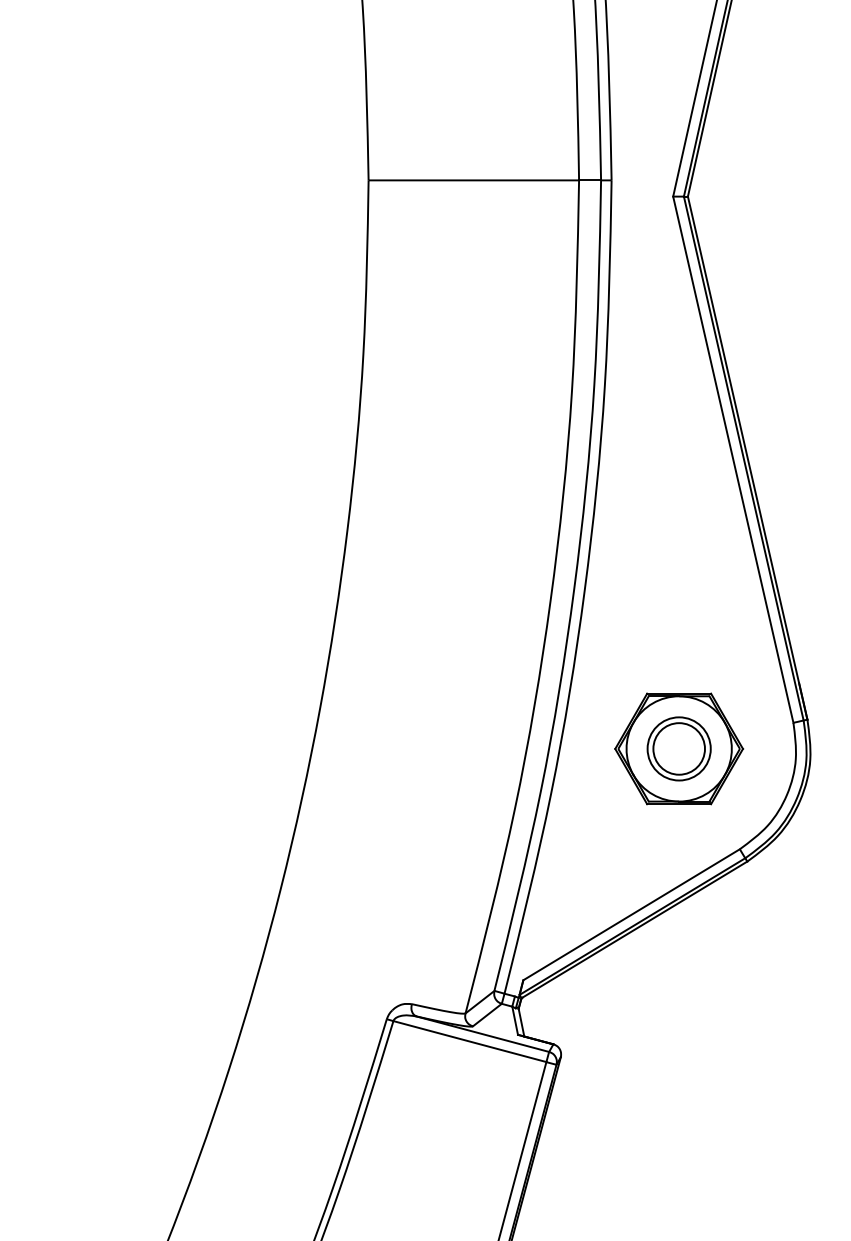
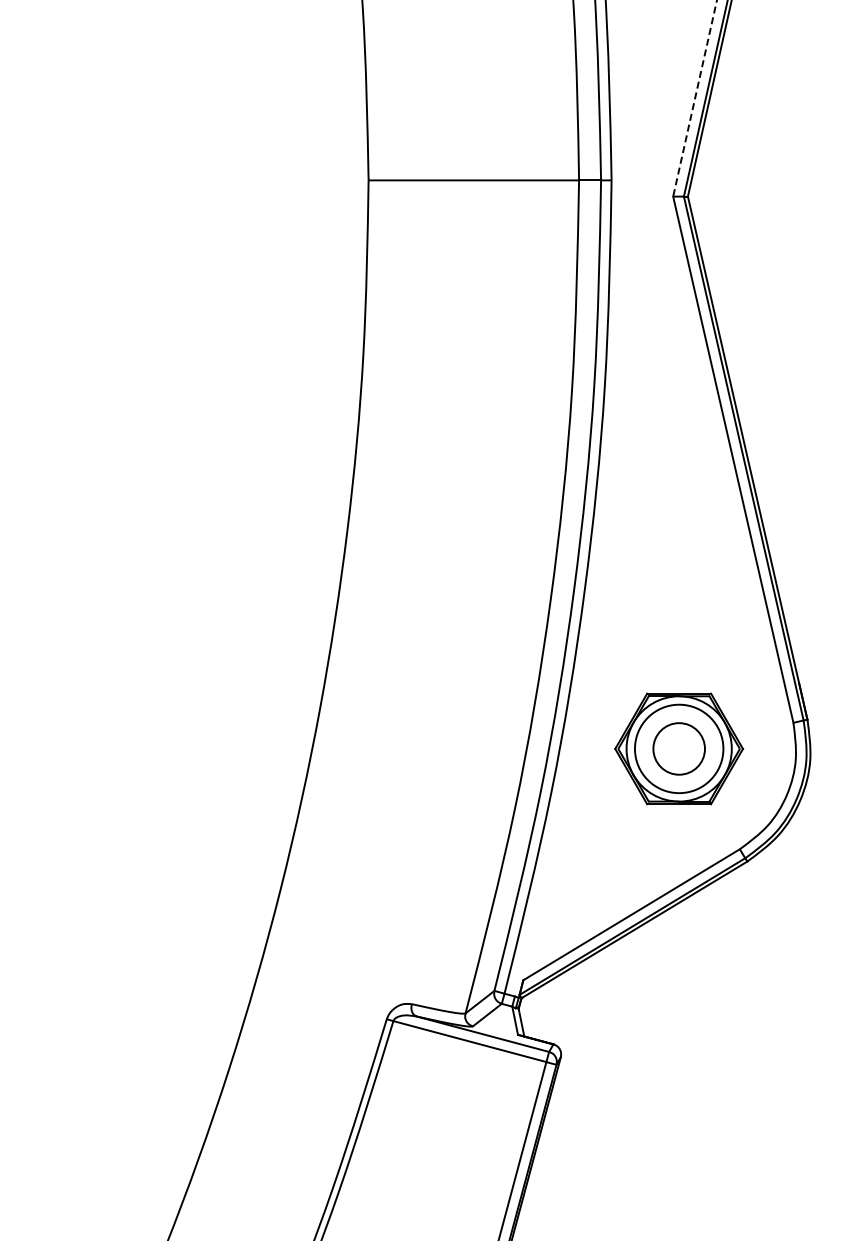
line at (694, 99): solid -> dashed
circle at (678, 748) diameter: 63 px -> 88 px
